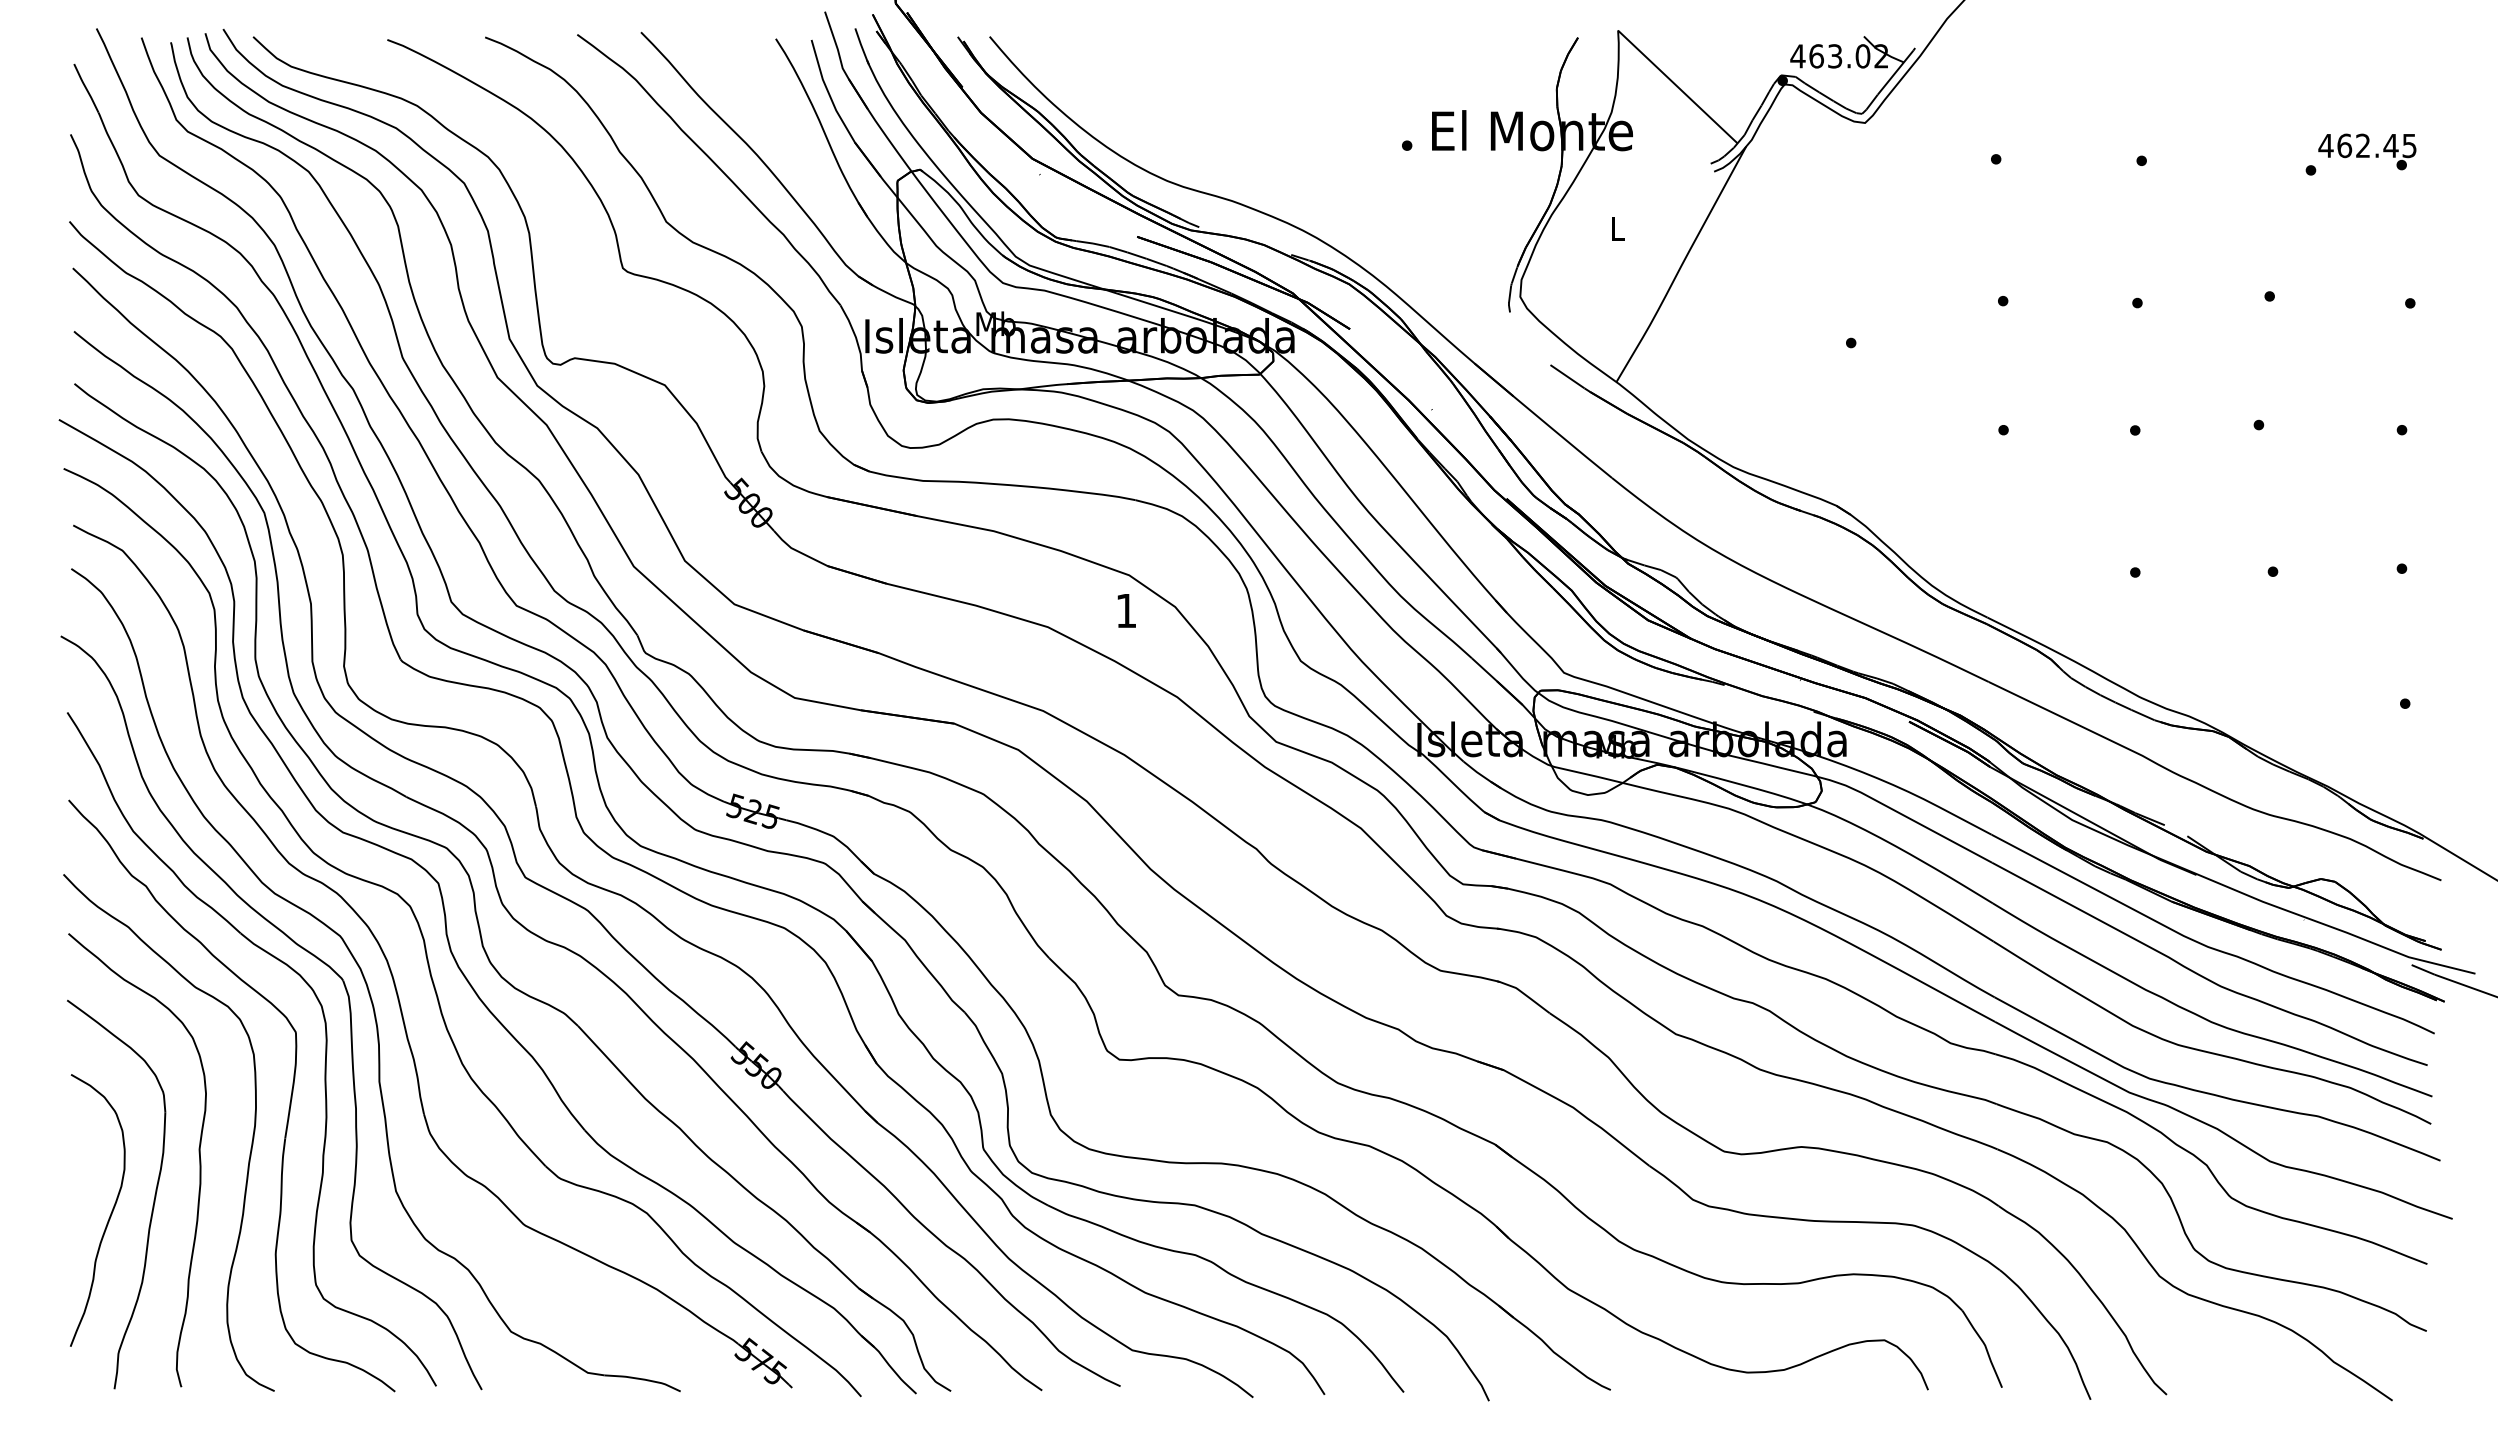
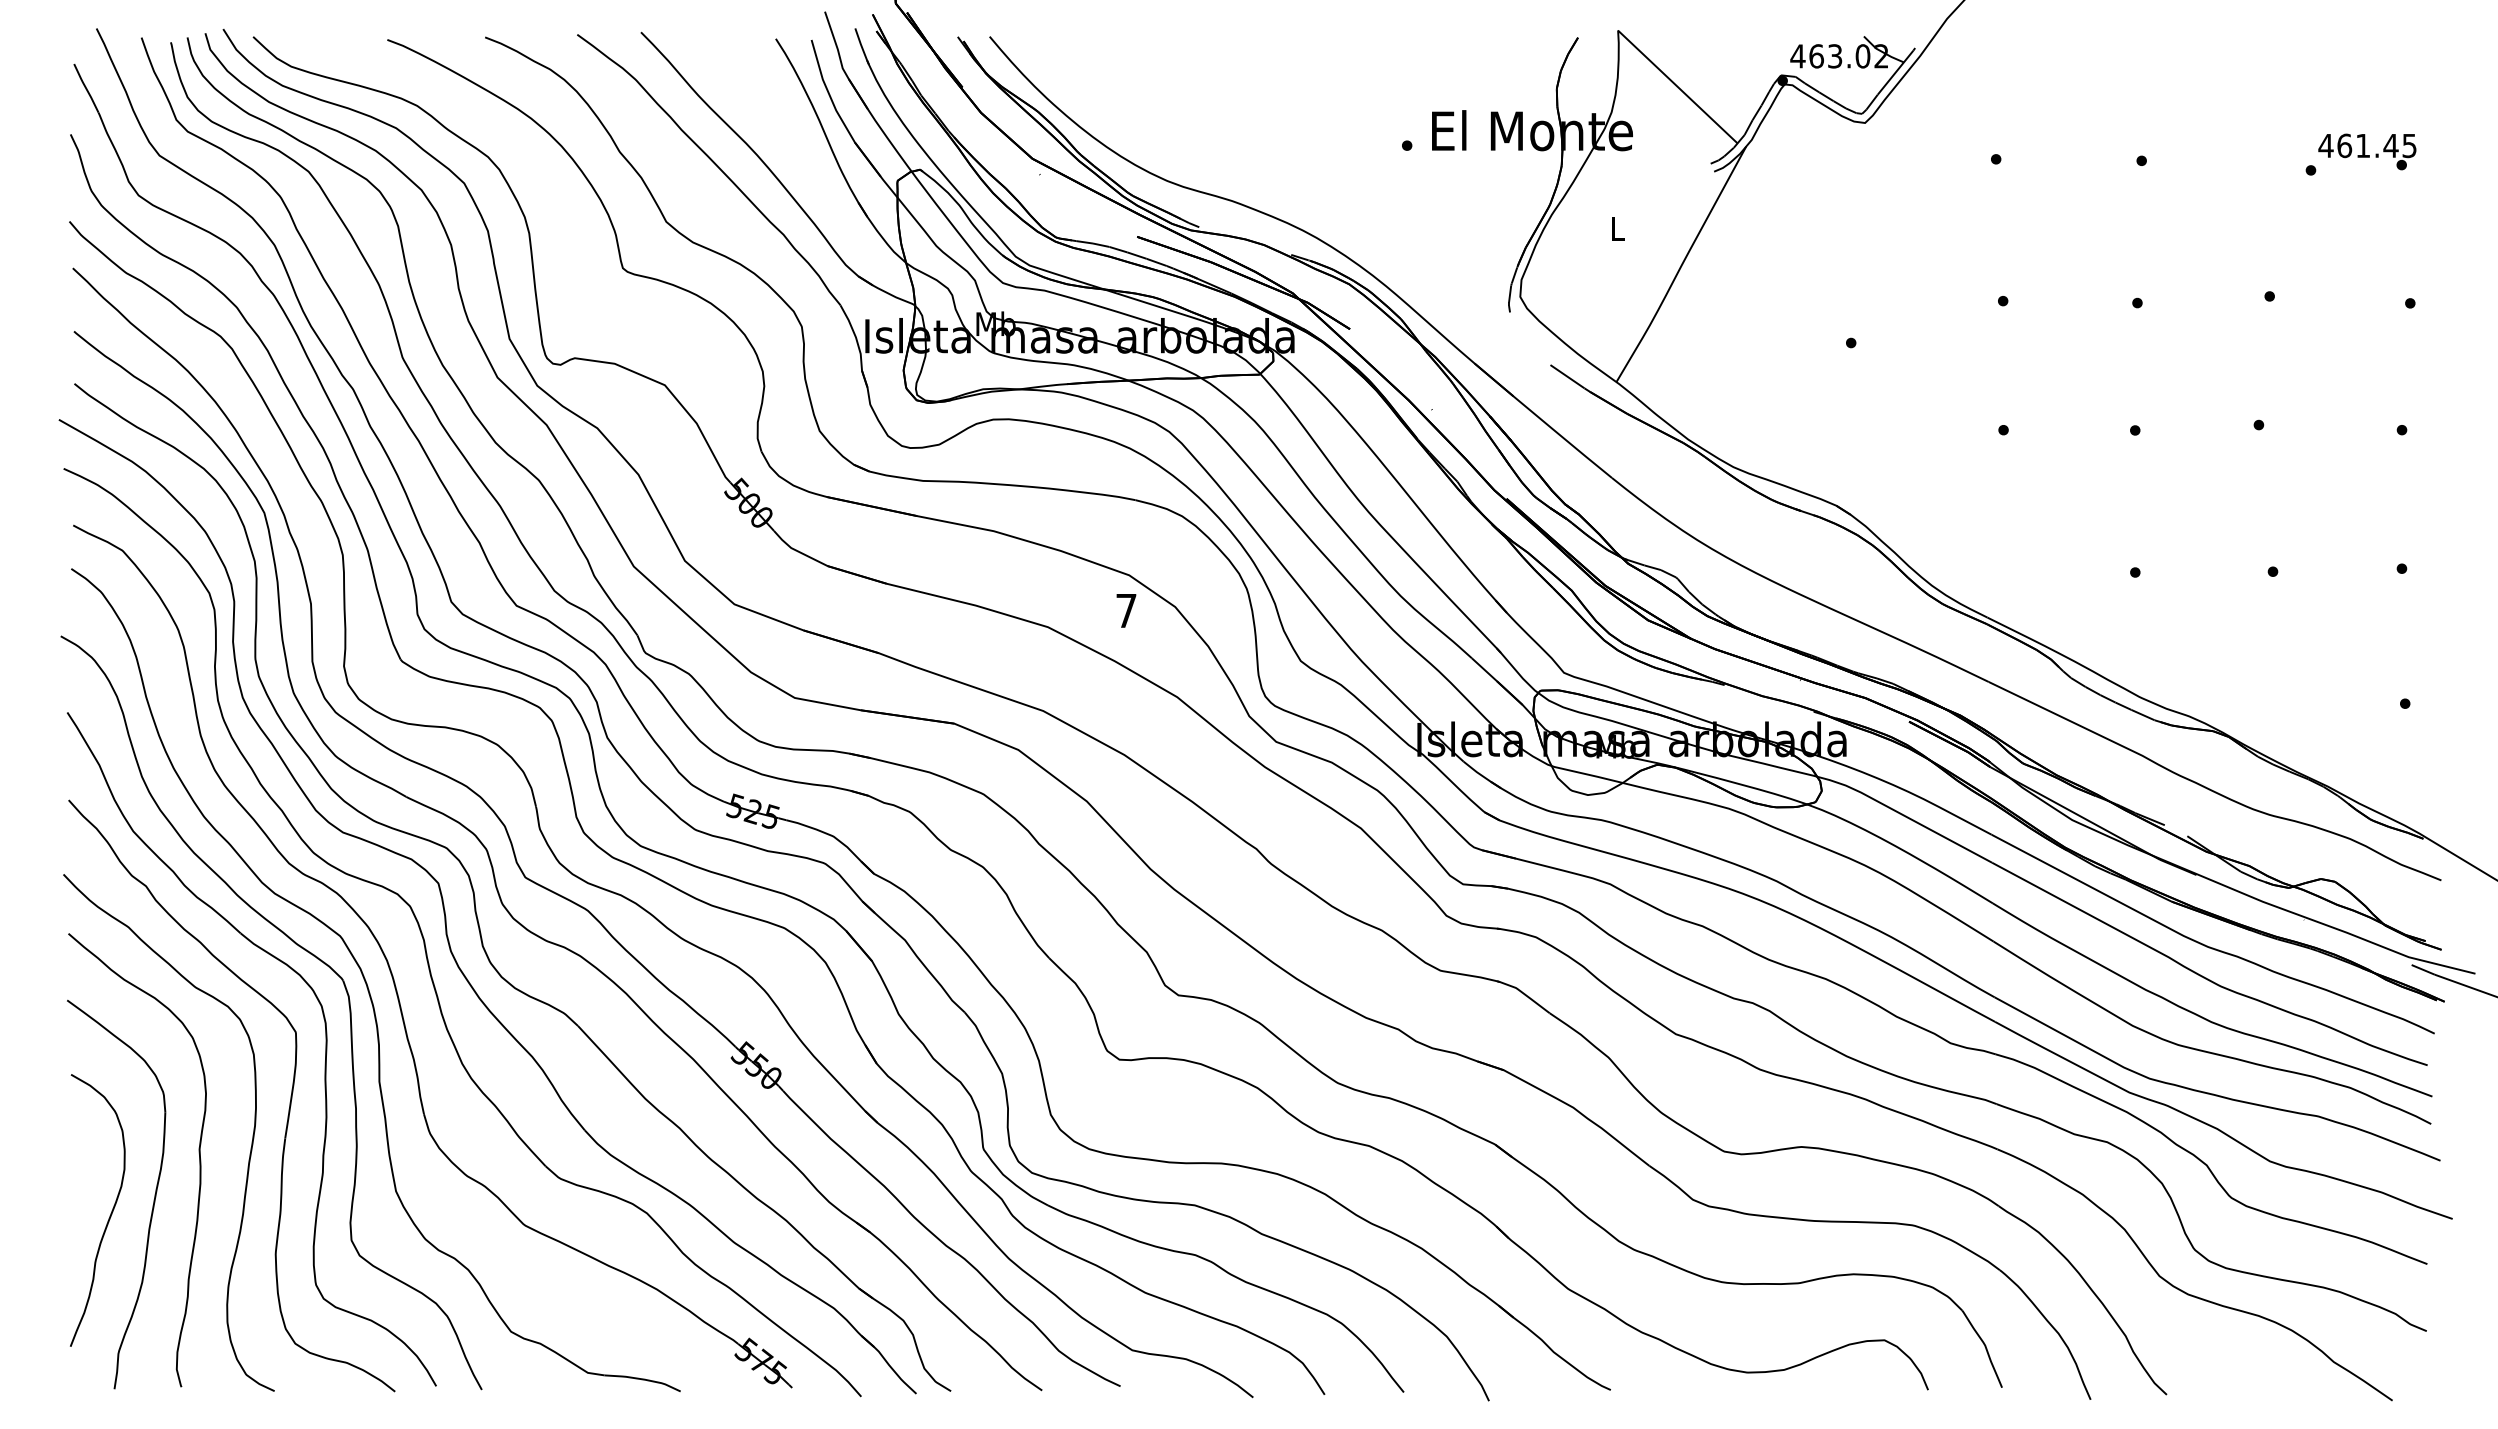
text at (2362, 145): 462.45 -> 461.45
text at (1126, 610): 1 -> 7
